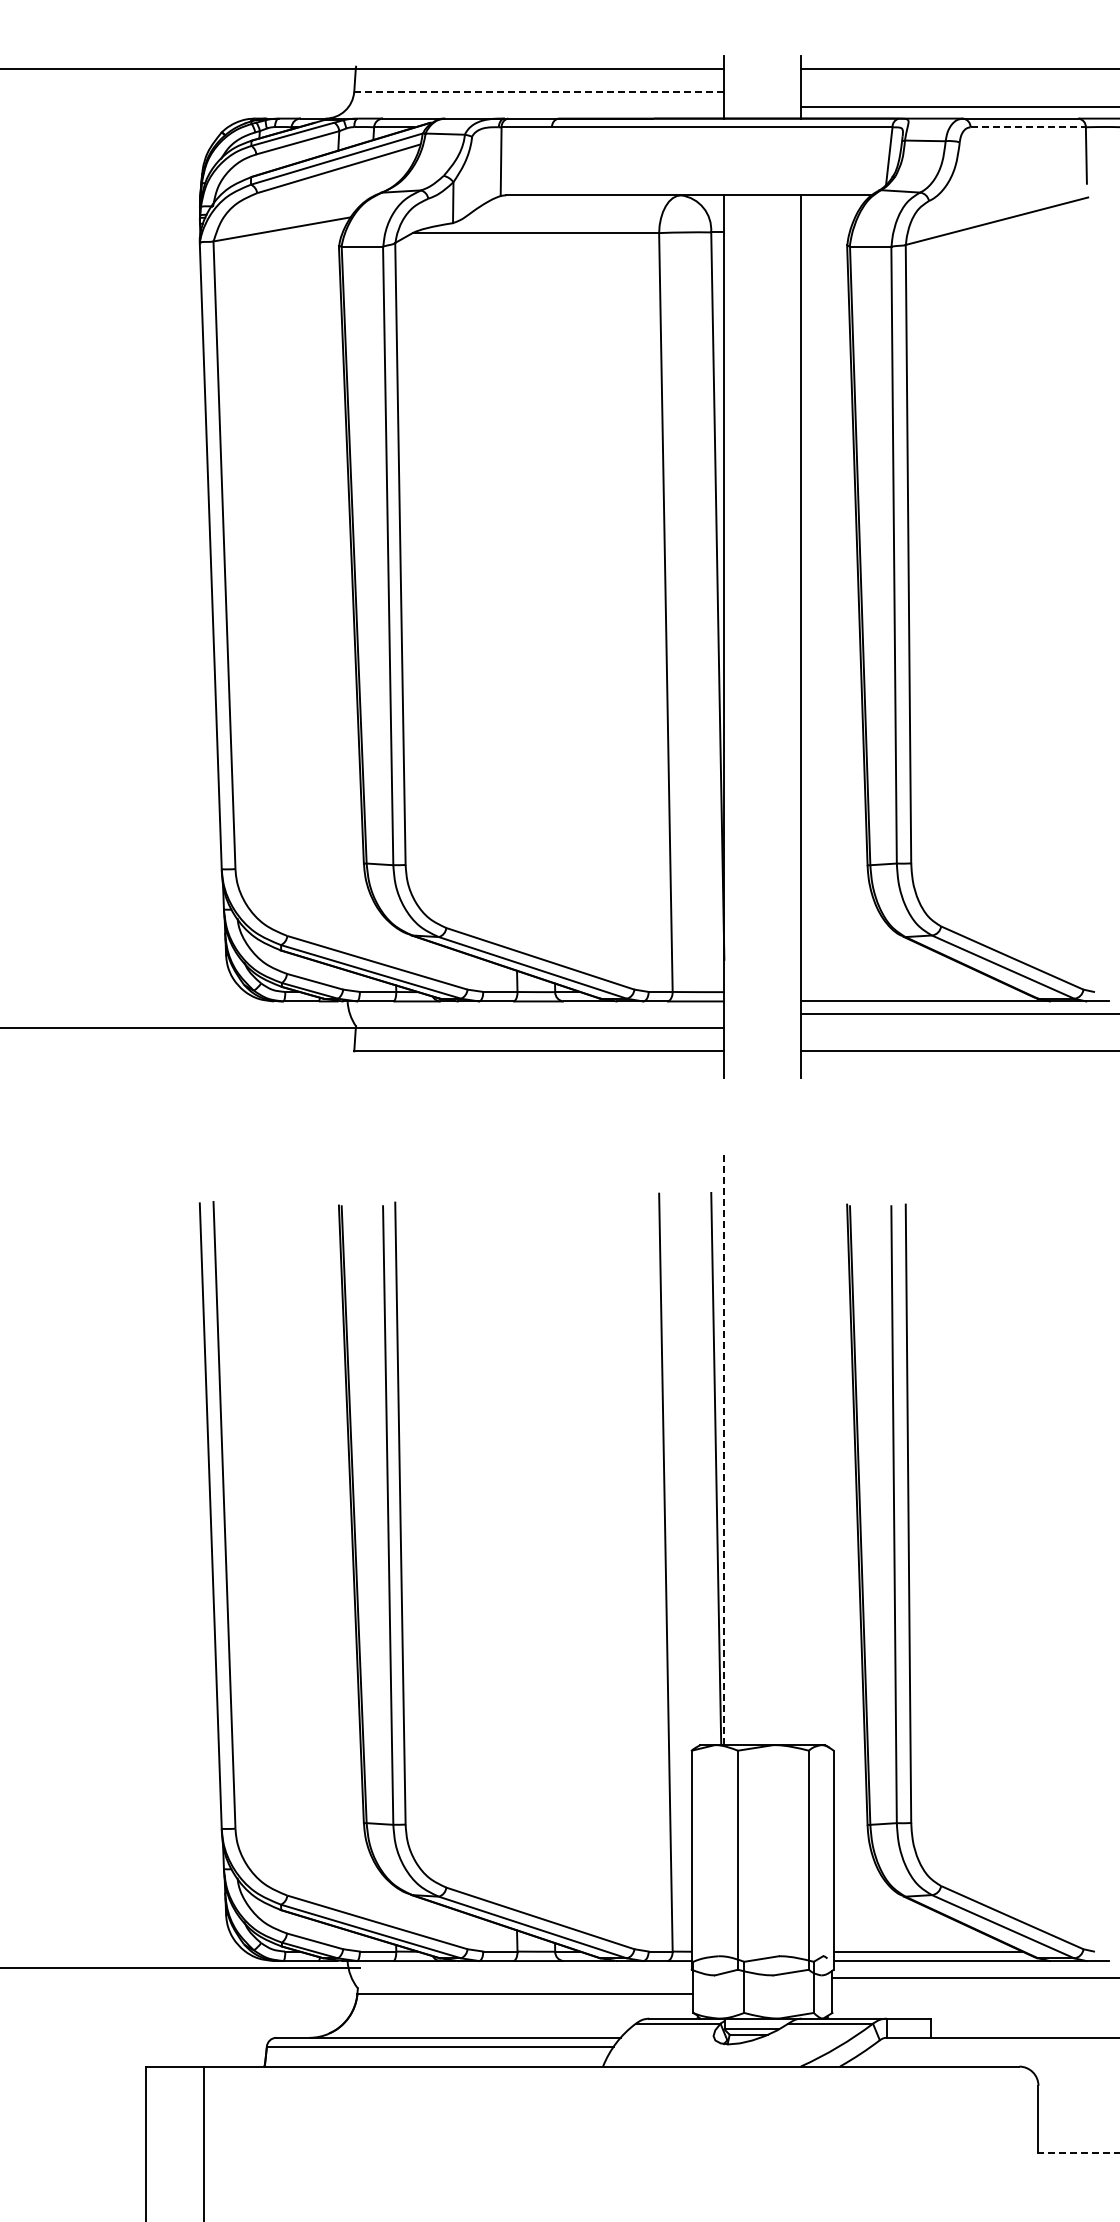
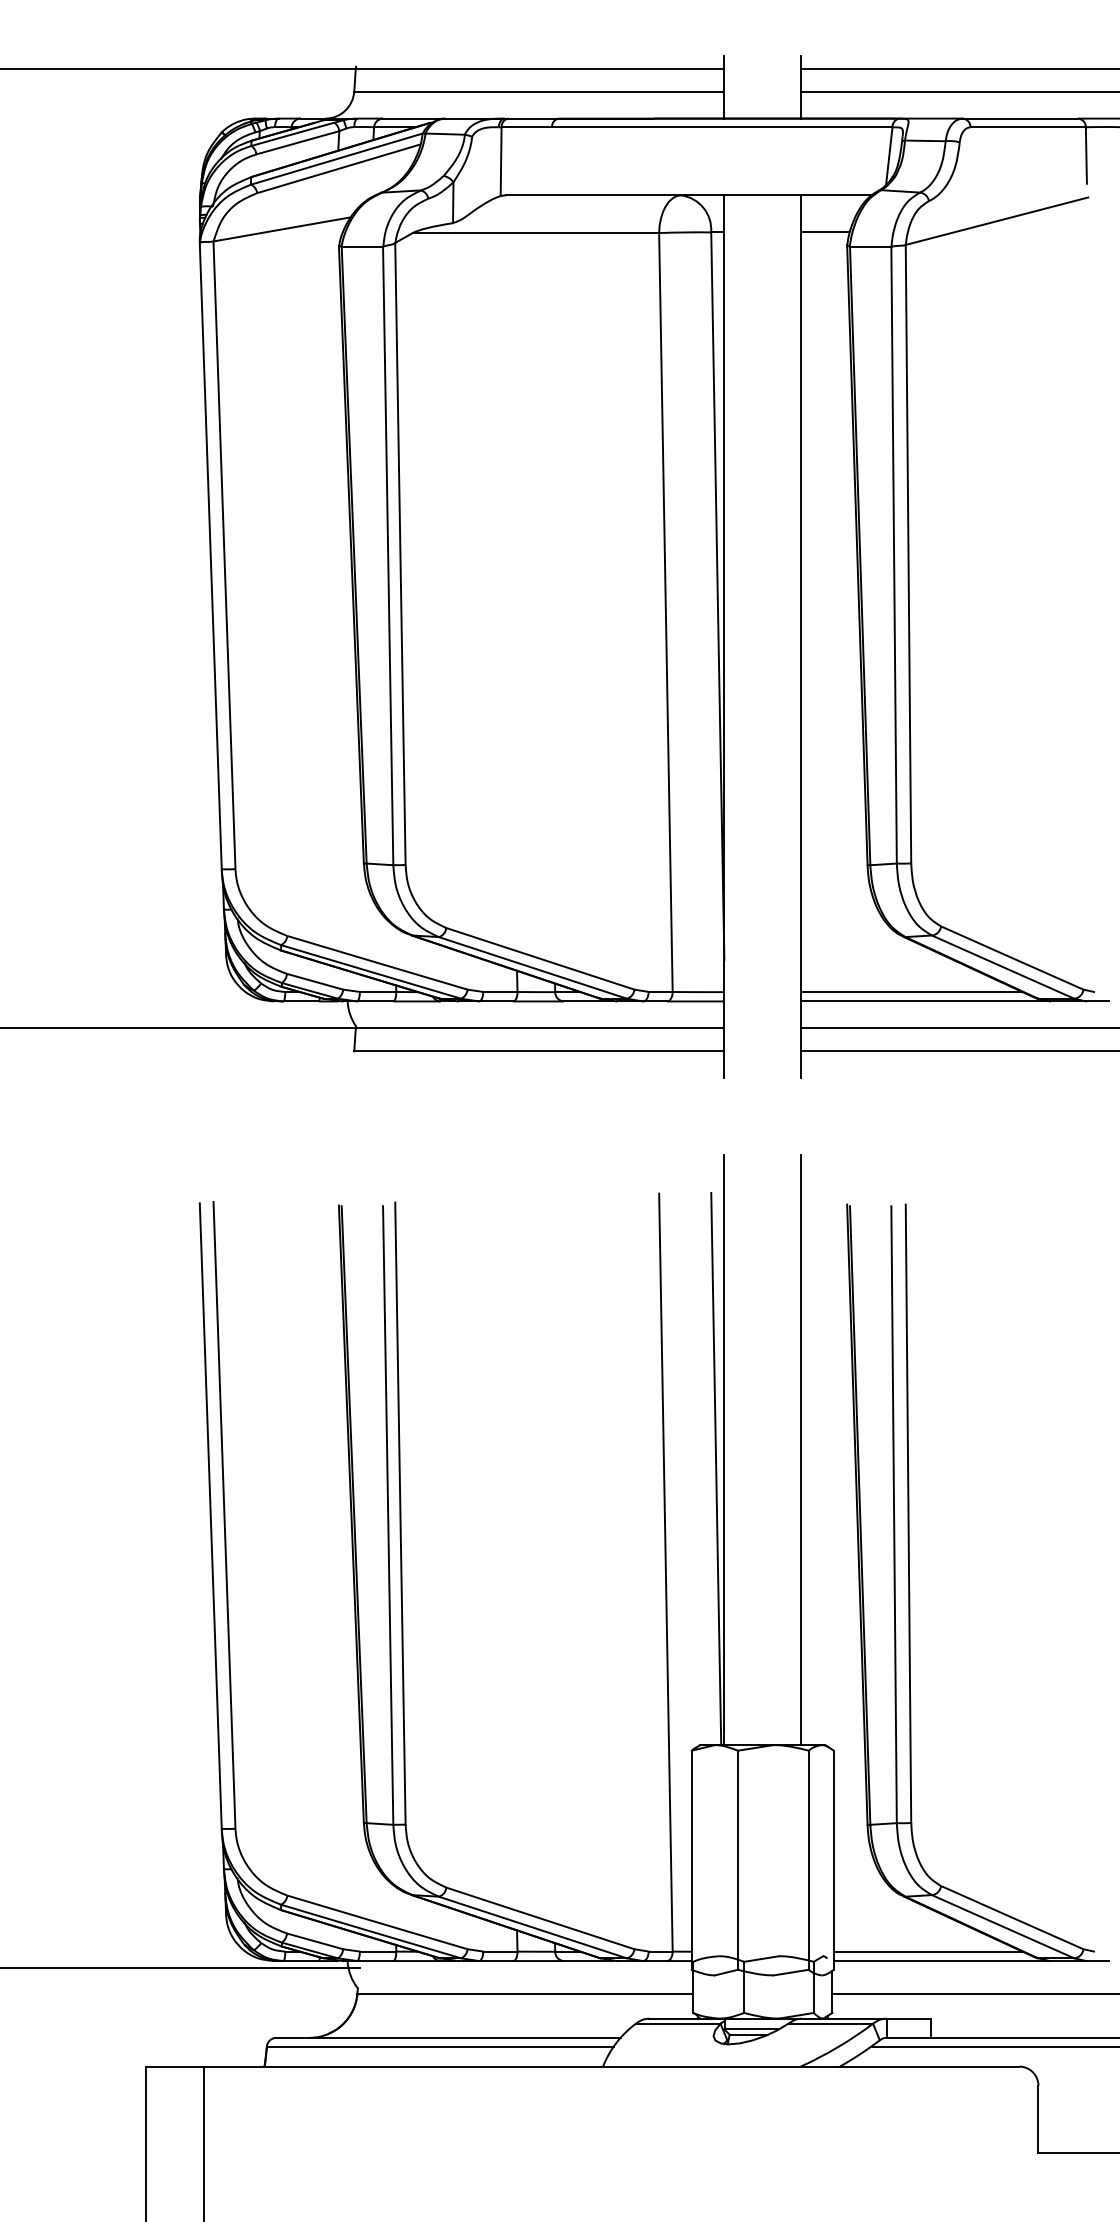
line at (539, 91): dashed -> solid
line at (958, 106) position: (958, 106) -> (958, 91)
line at (1028, 127): dashed -> solid
line at (825, 232): none -> present
line at (911, 992): none -> present
line at (958, 1014) position: (958, 1014) -> (958, 1028)
line at (801, 1449): none -> present
line at (724, 1450): dashed -> solid
line at (974, 1977) position: (974, 1977) -> (974, 1993)
line at (993, 2046): none -> present
line at (1079, 2152): dashed -> solid
